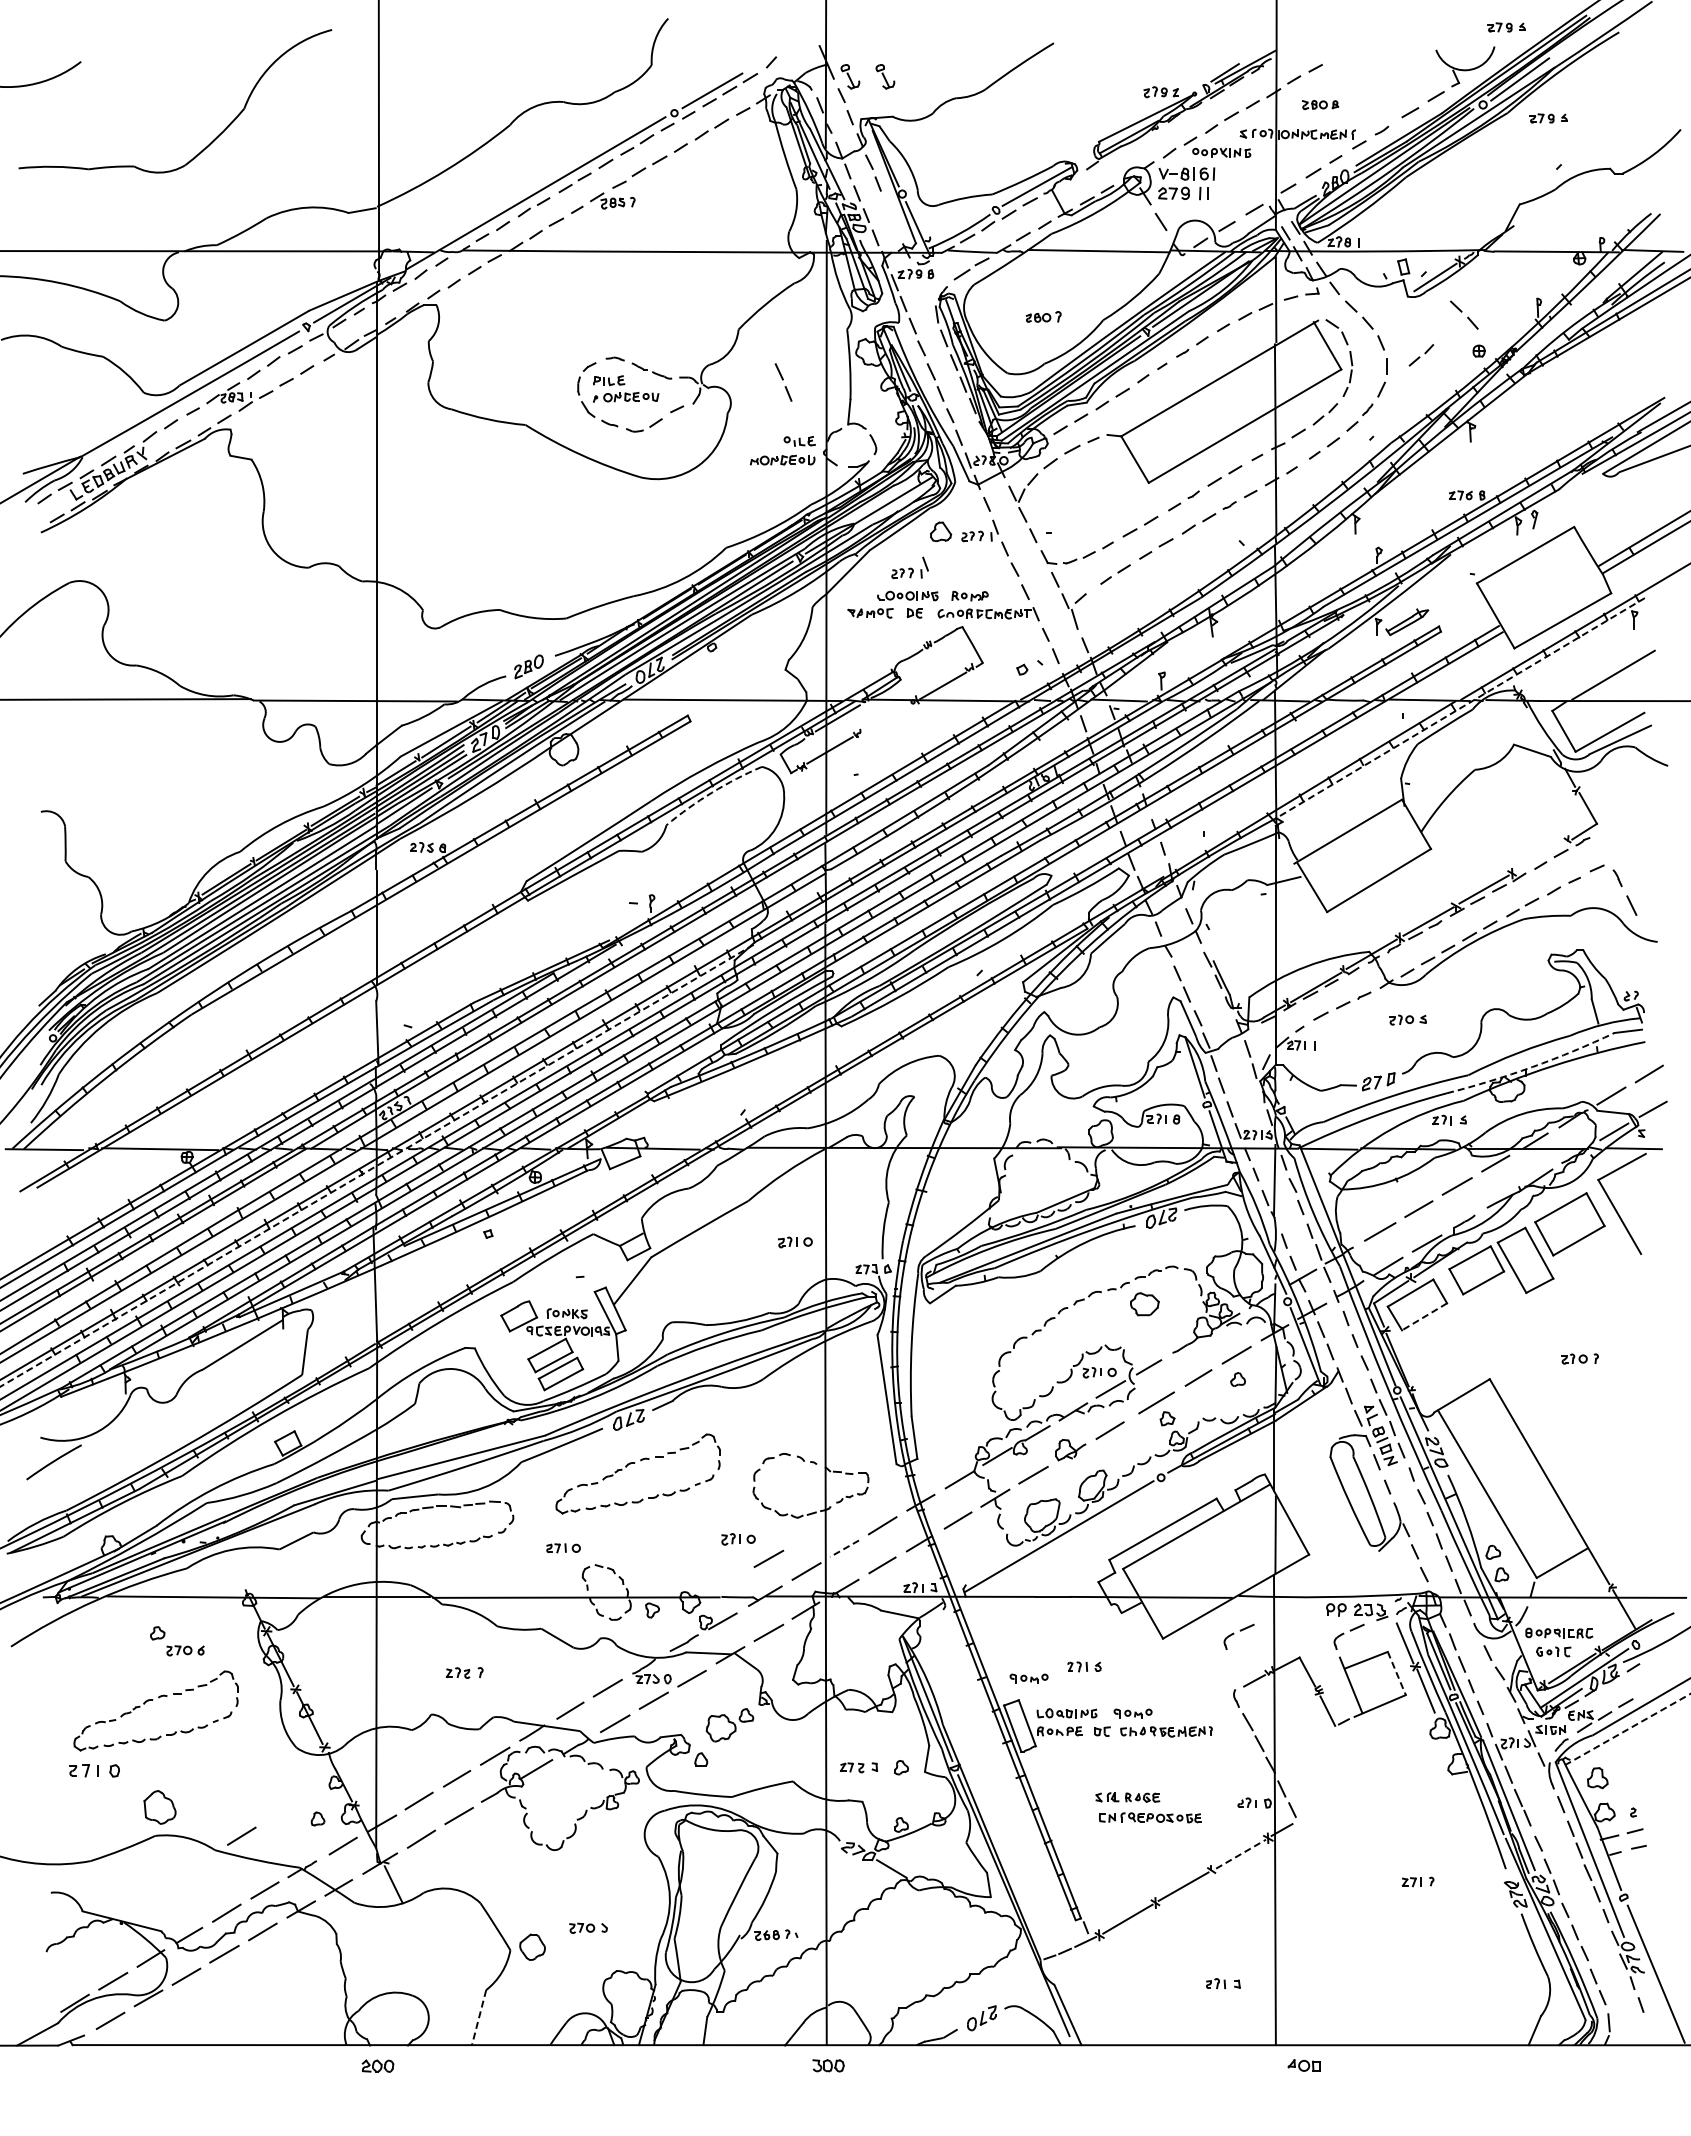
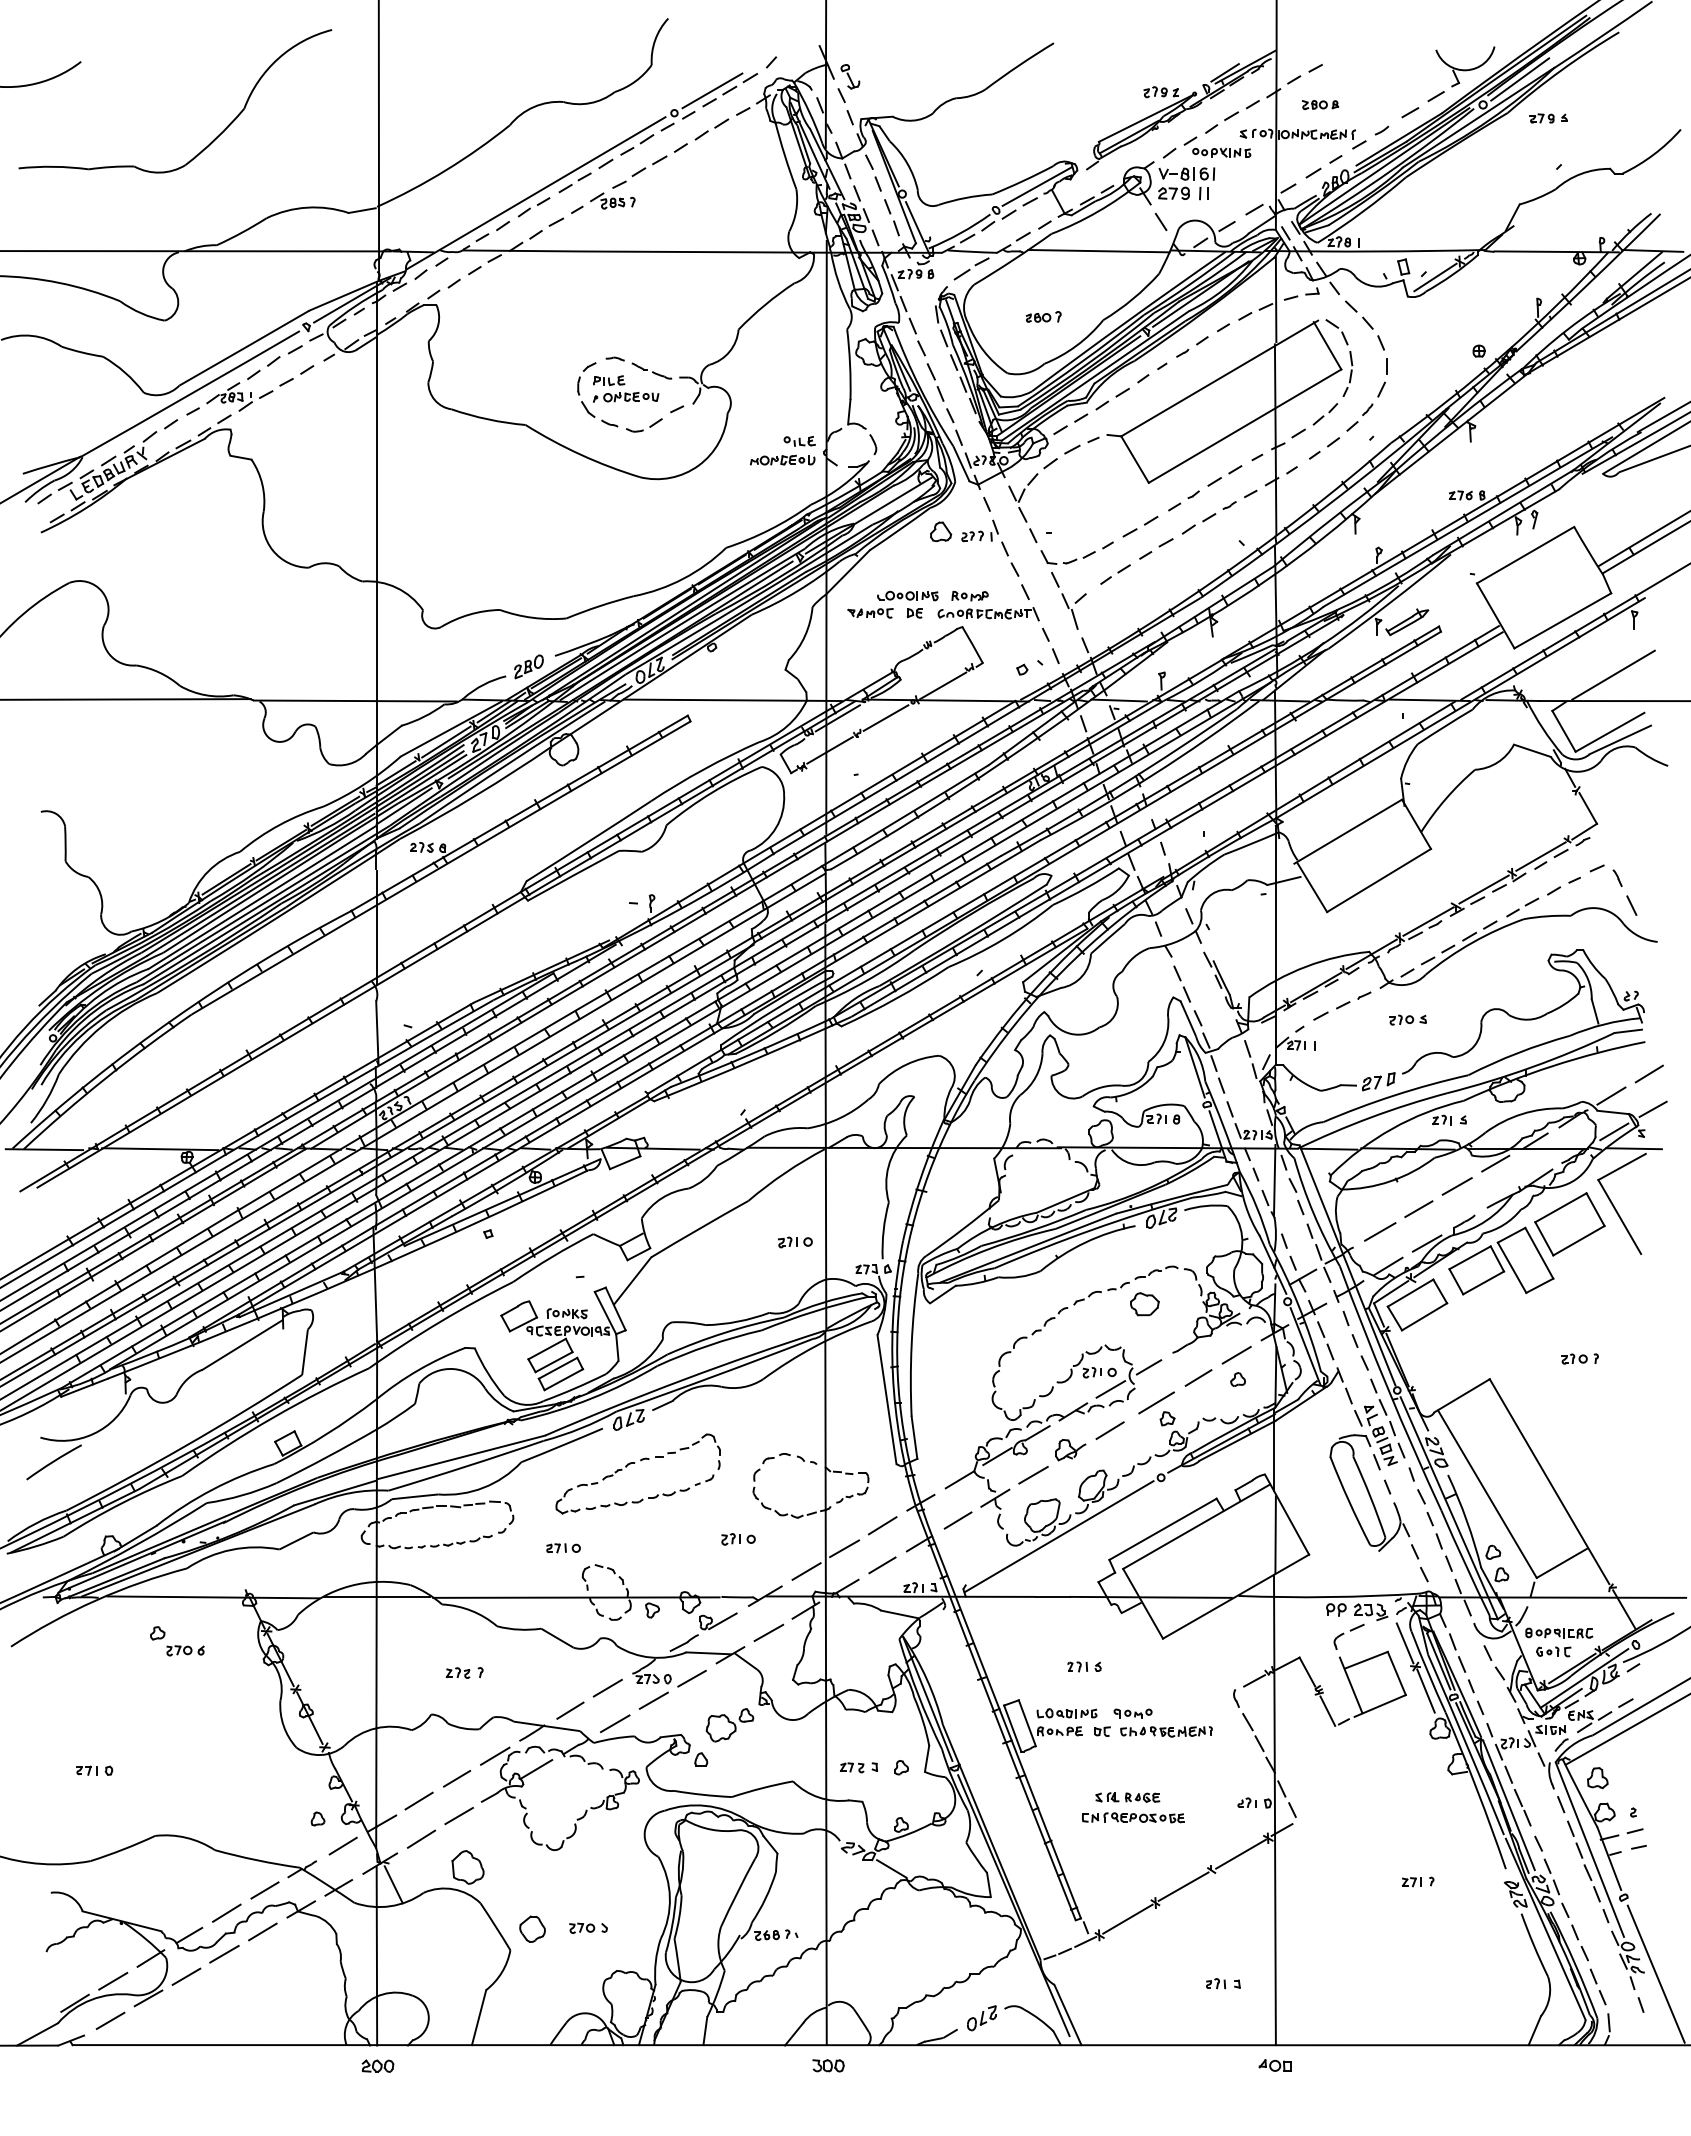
part at (1506, 27): present -> none
part at (885, 76): present -> none
part at (891, 217): none -> present
part at (1464, 314): present -> none
part at (1421, 355): present -> none
part at (783, 382): present -> none
part at (909, 567): present -> none
line at (1460, 708): dashed -> solid
line at (885, 717): none -> present
arc at (712, 792): dashed -> solid
line at (1540, 856): none -> present
arc at (1532, 1067): dashed -> solid
line at (376, 1165): dashed -> solid
line at (1424, 1317): dashed -> solid
line at (844, 1548): dashed -> solid
line at (768, 1558): present -> none
part at (1238, 1636): present -> none
line at (1397, 1673): dashed -> solid
part at (1028, 1678): present -> none
part at (152, 1700): present -> none
line at (1627, 1729): dashed -> solid
part at (94, 1770) size: 51x14 px -> 38x11 px
part at (159, 1807) position: (159, 1807) -> (467, 1867)
part at (1150, 1817) position: (1150, 1817) -> (1133, 1817)
line at (241, 1835): present -> none
line at (1241, 1854): dashed -> solid
part at (532, 1946) position: (532, 1946) -> (532, 1928)
line at (376, 1955): none -> present
line at (479, 2018): dashed -> solid
part at (1303, 2065) position: (1303, 2065) -> (1274, 2065)
